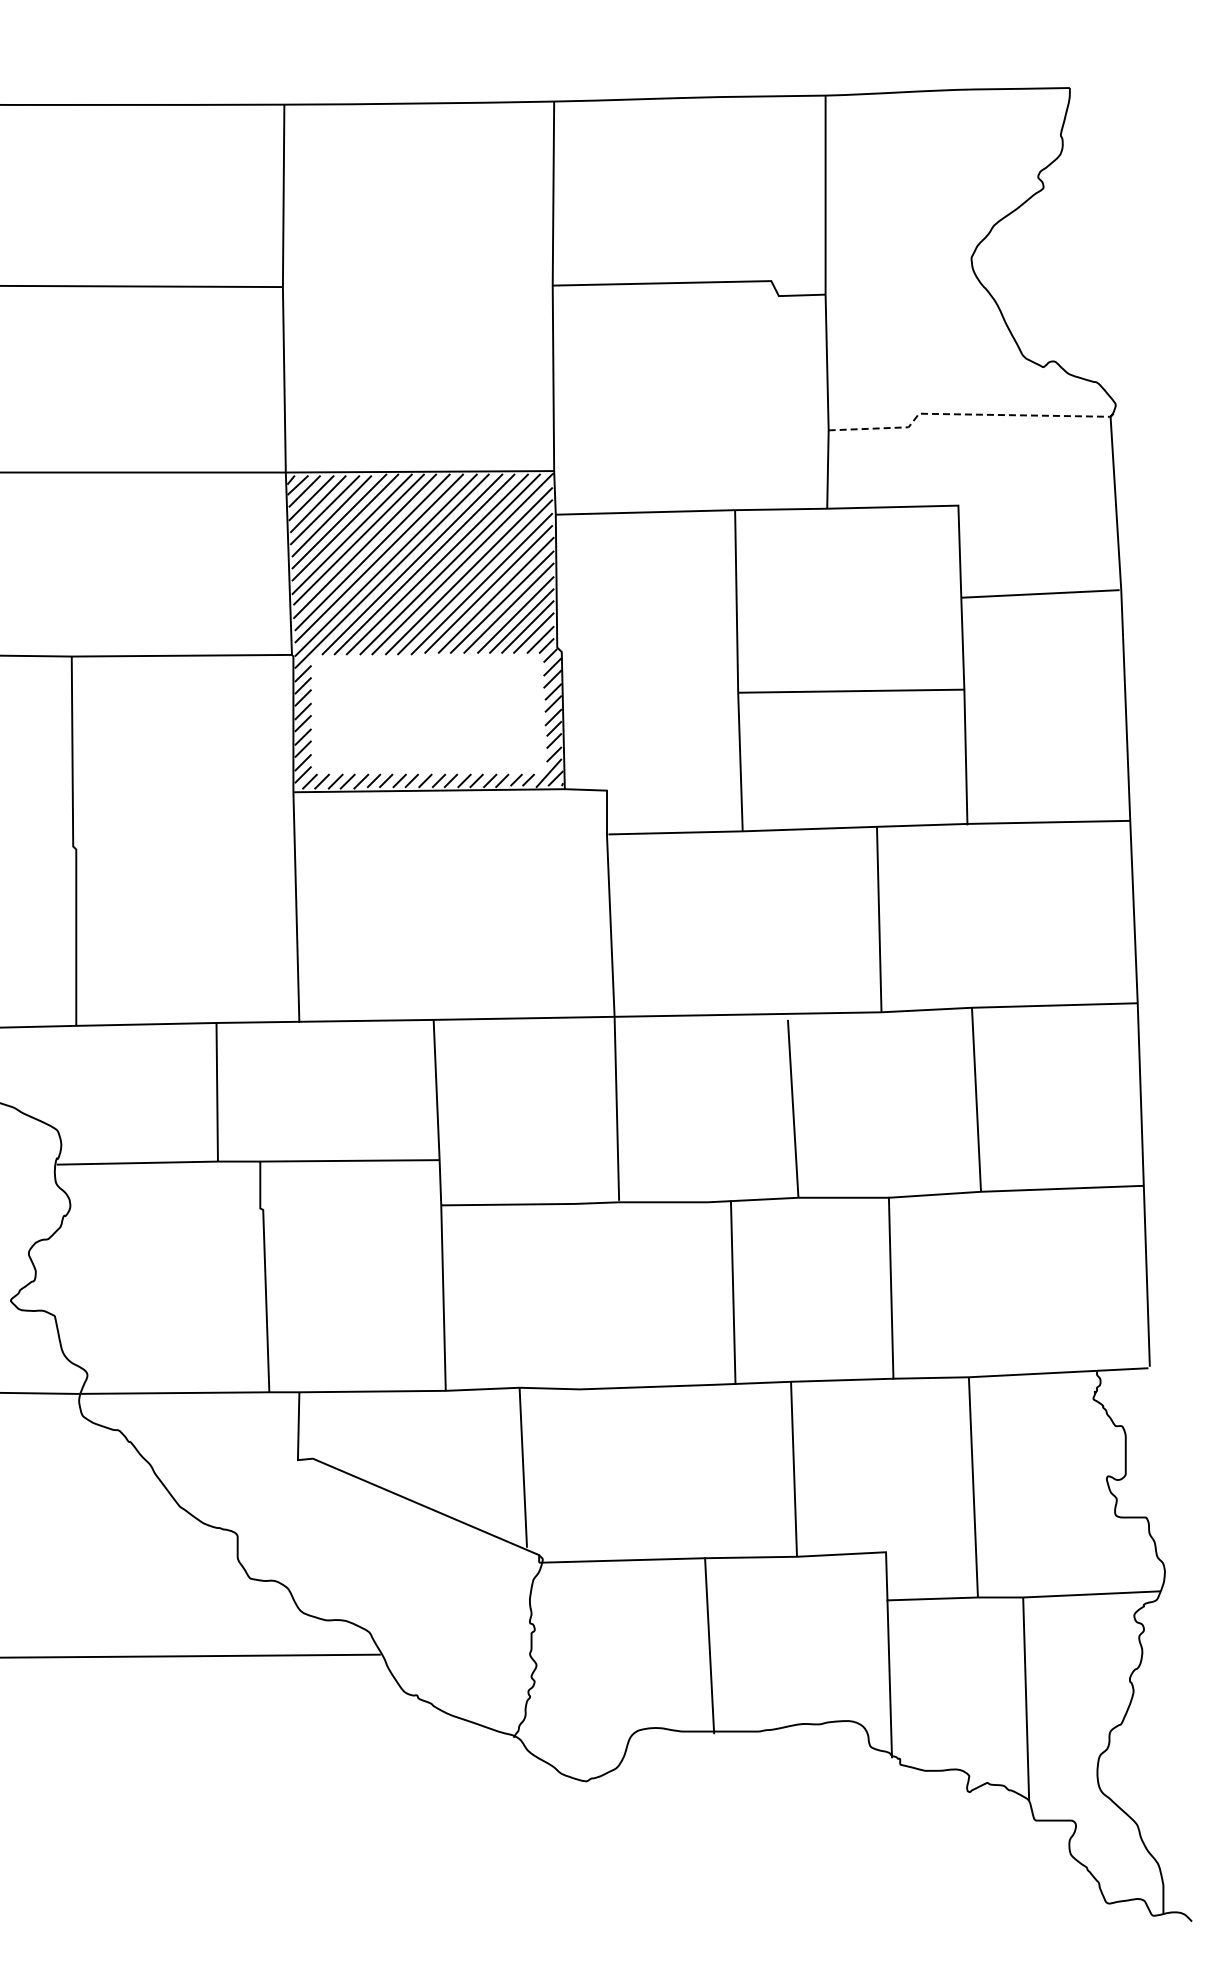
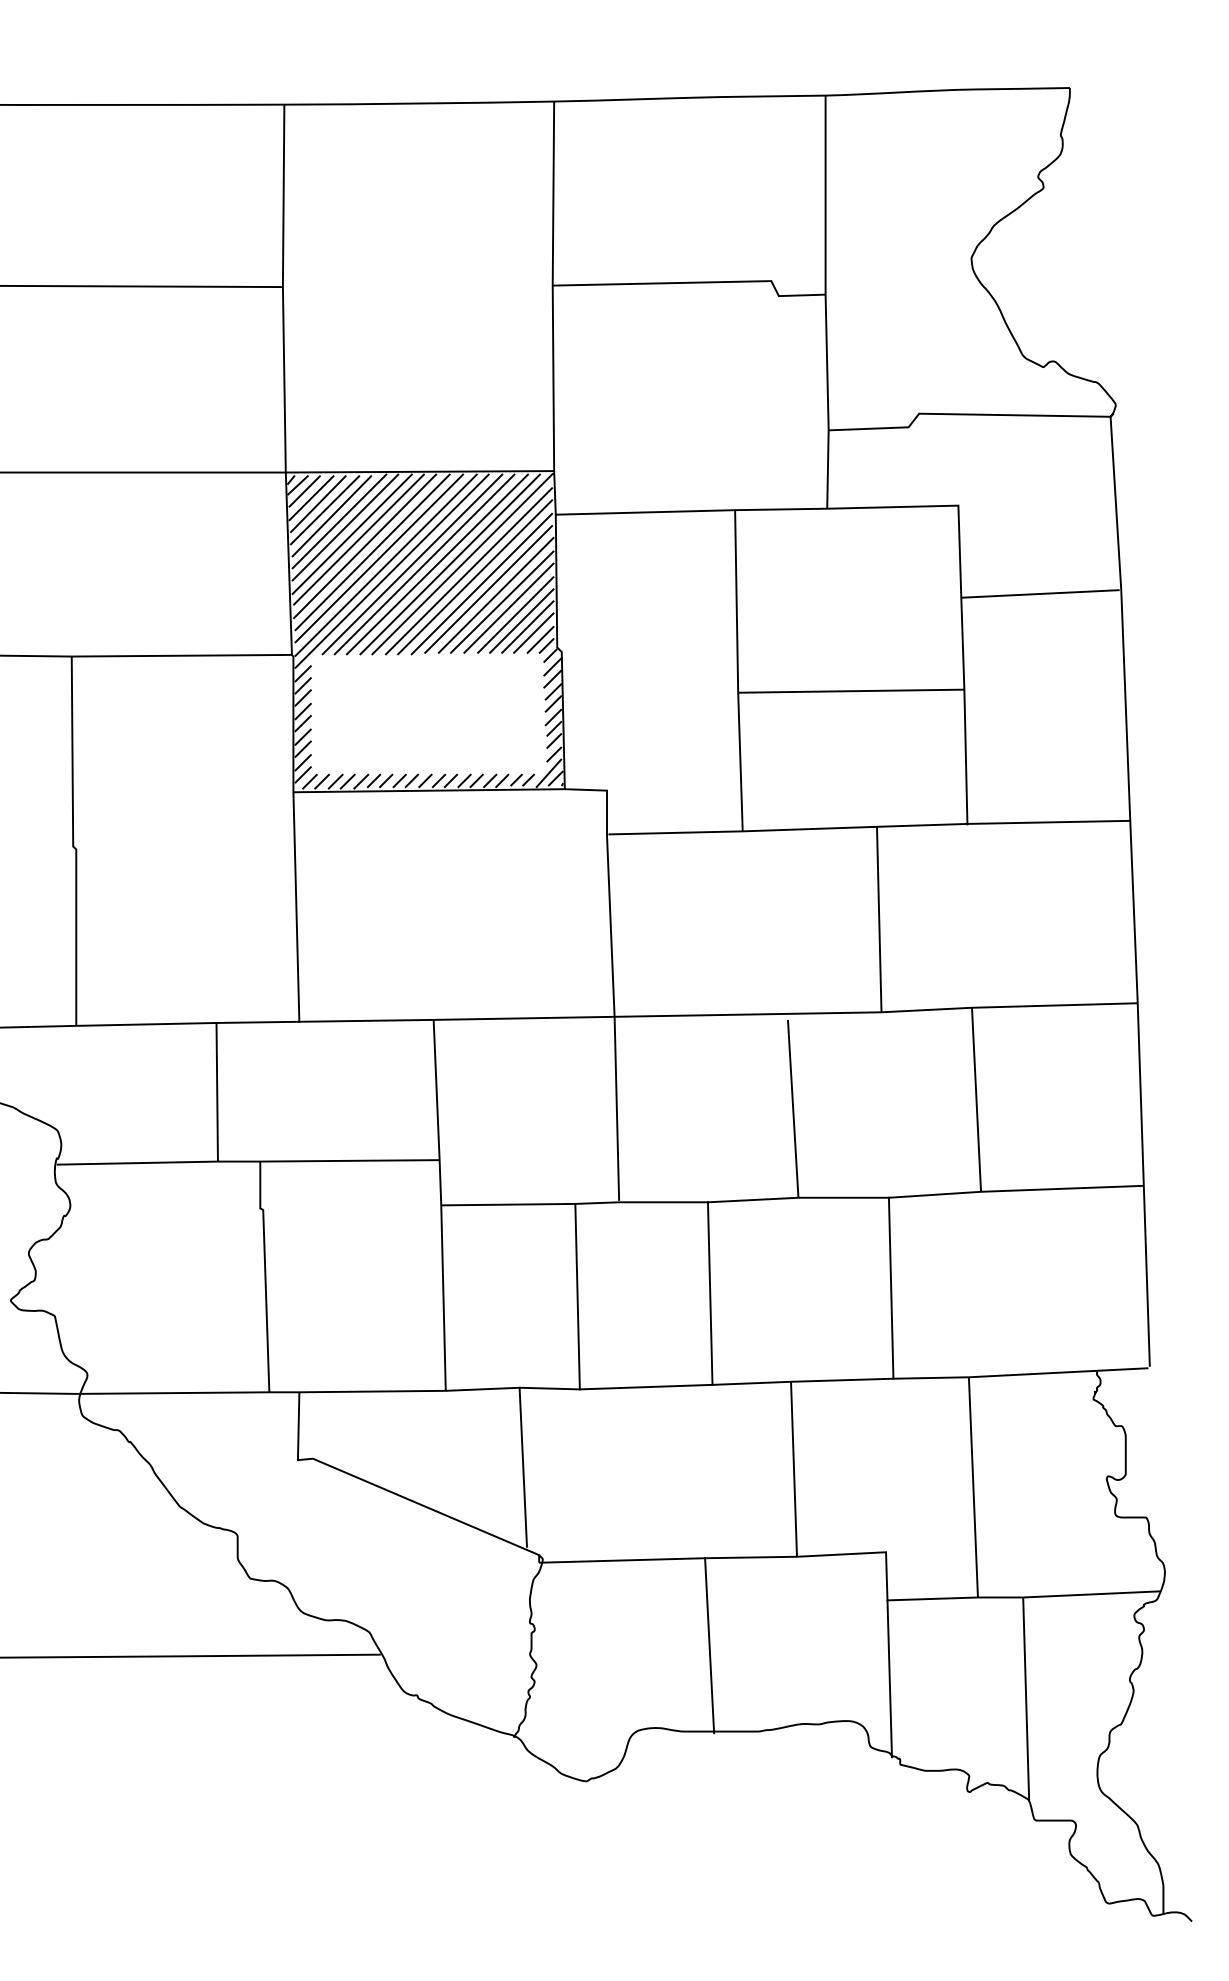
line at (965, 414): dashed -> solid
line at (732, 1292) position: (732, 1292) -> (709, 1293)
line at (577, 1296): none -> present
